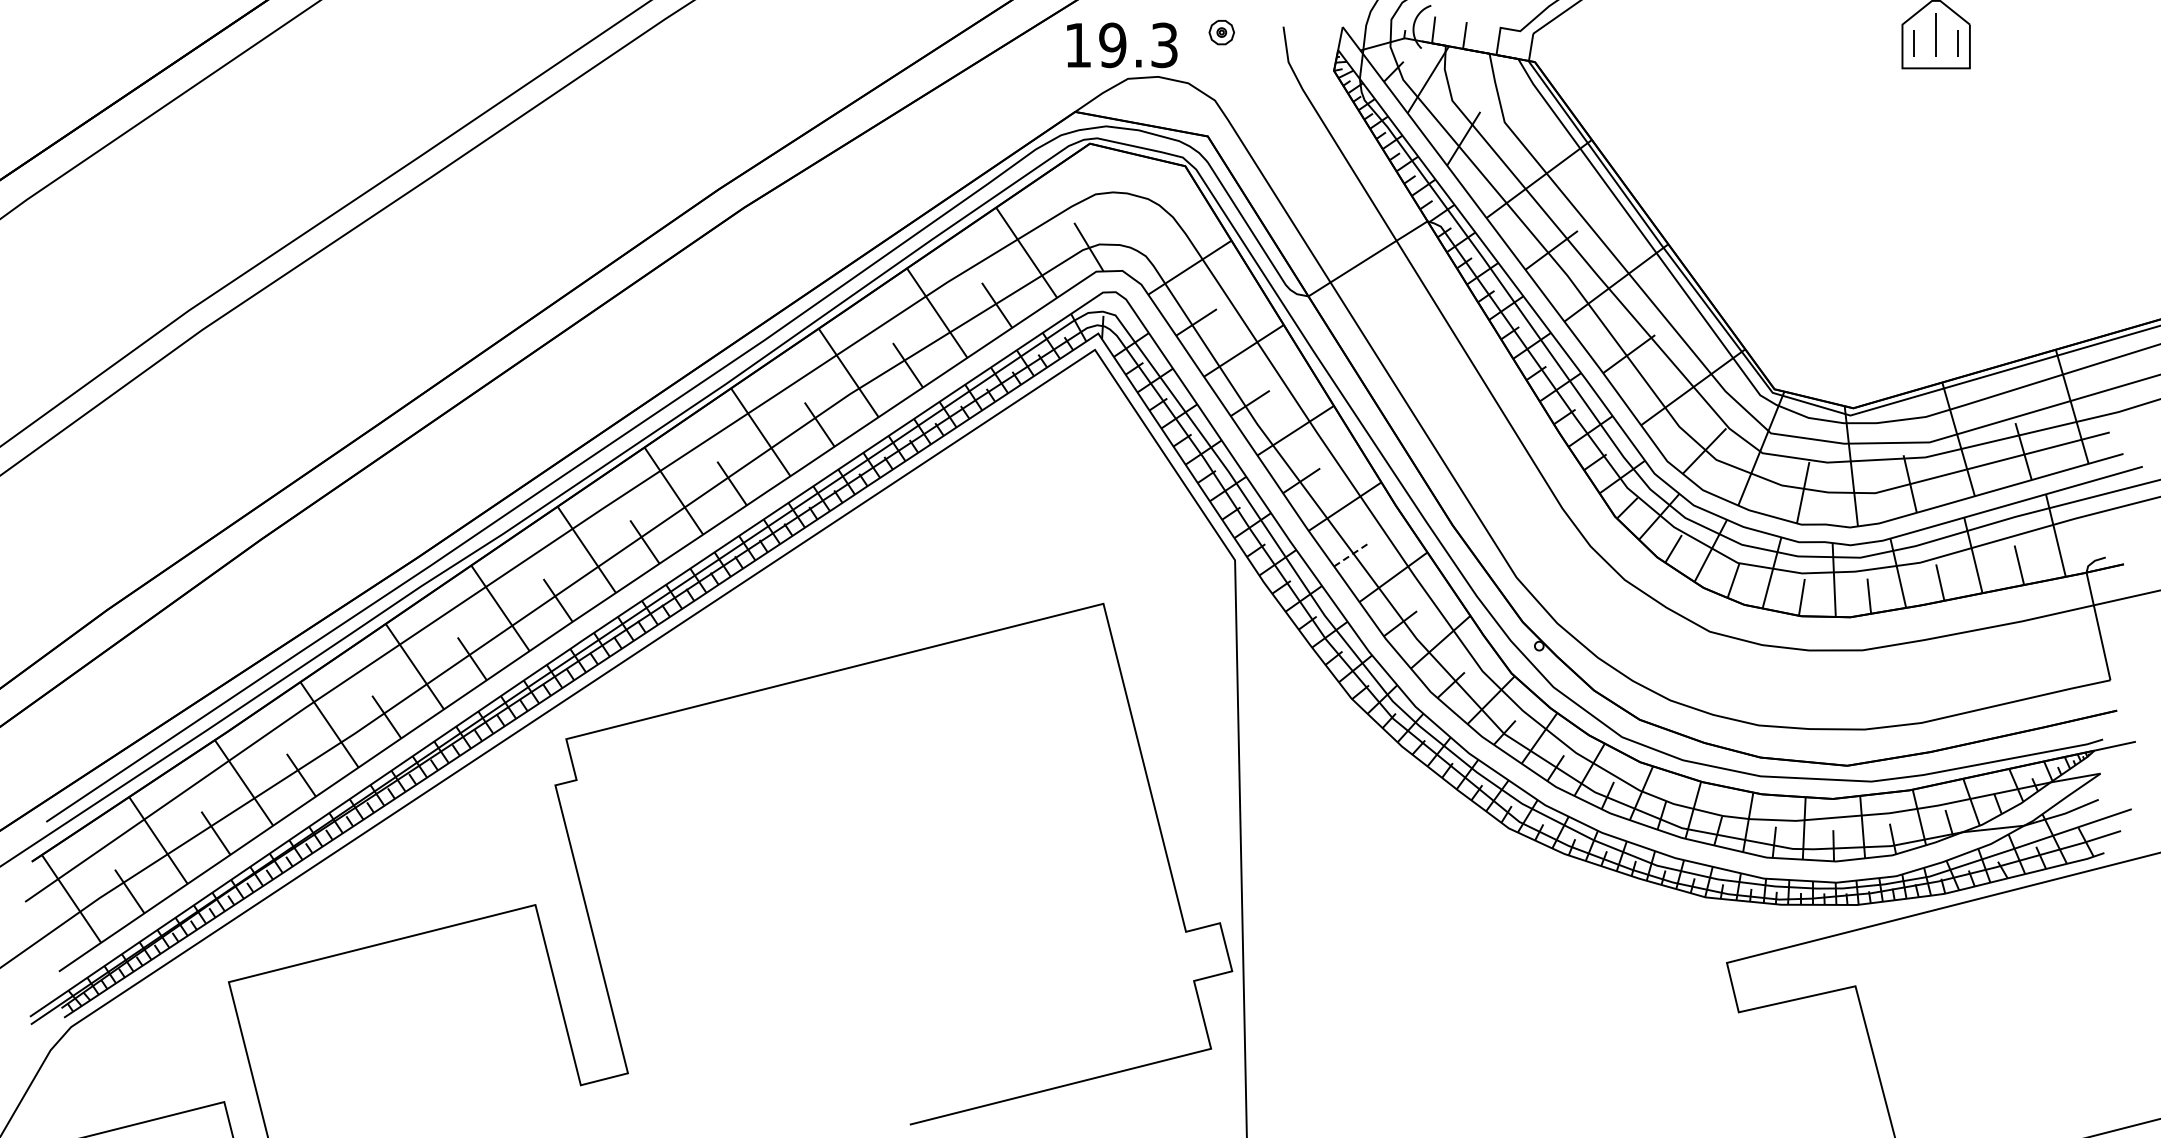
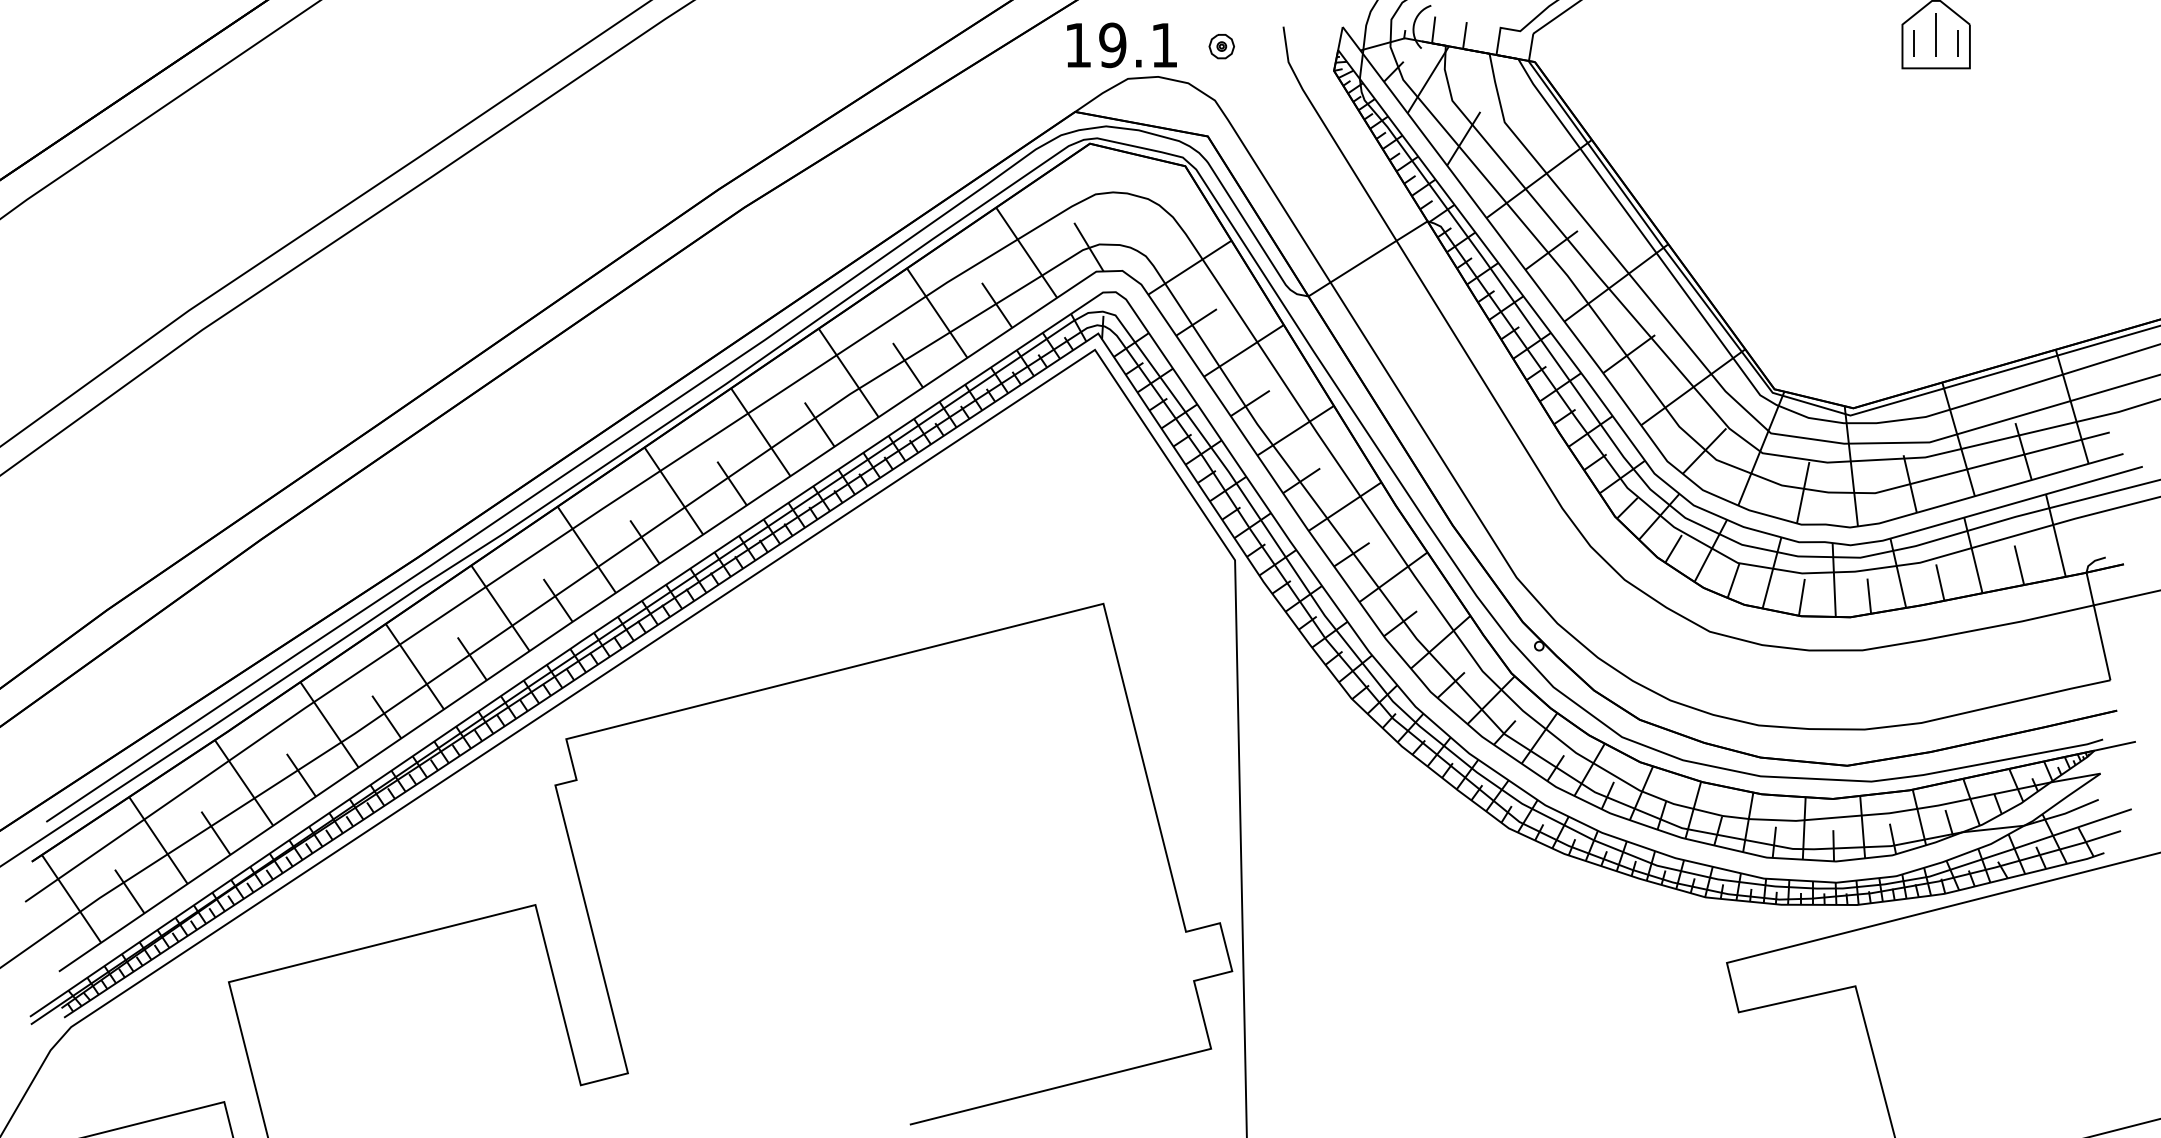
part at (1221, 32) position: (1221, 32) -> (1221, 46)
text at (1164, 45): 19.3 -> 19.1
line at (1352, 554): dashed -> solid
